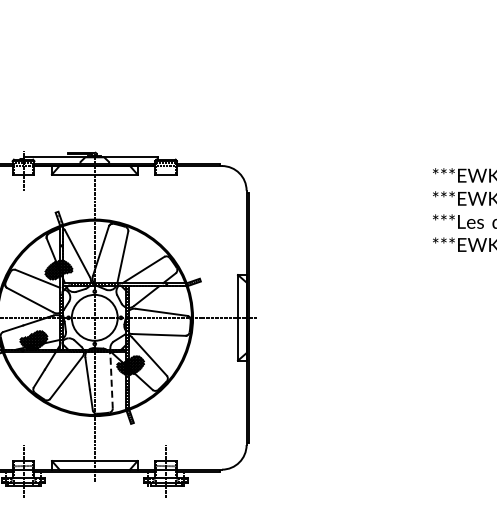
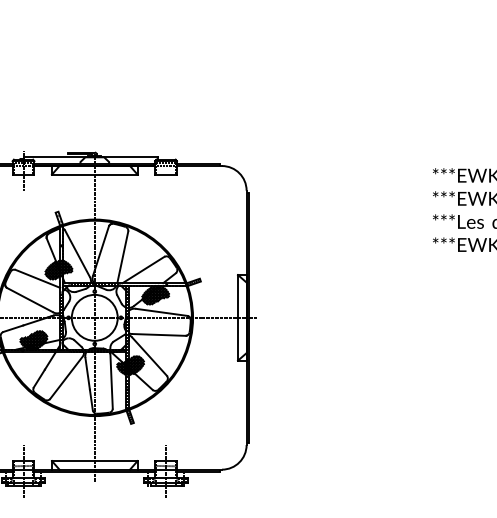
hatch at (155, 295): none -> present
line at (111, 380): dashed -> solid
